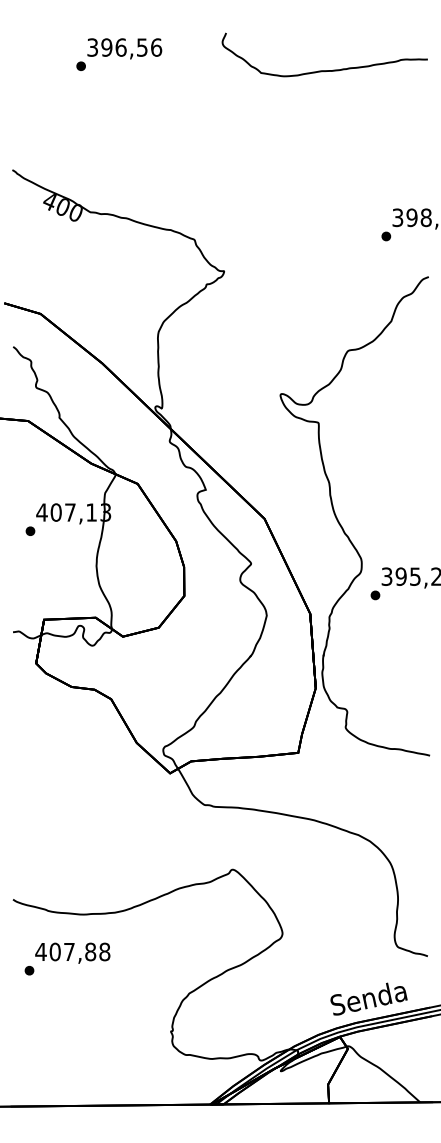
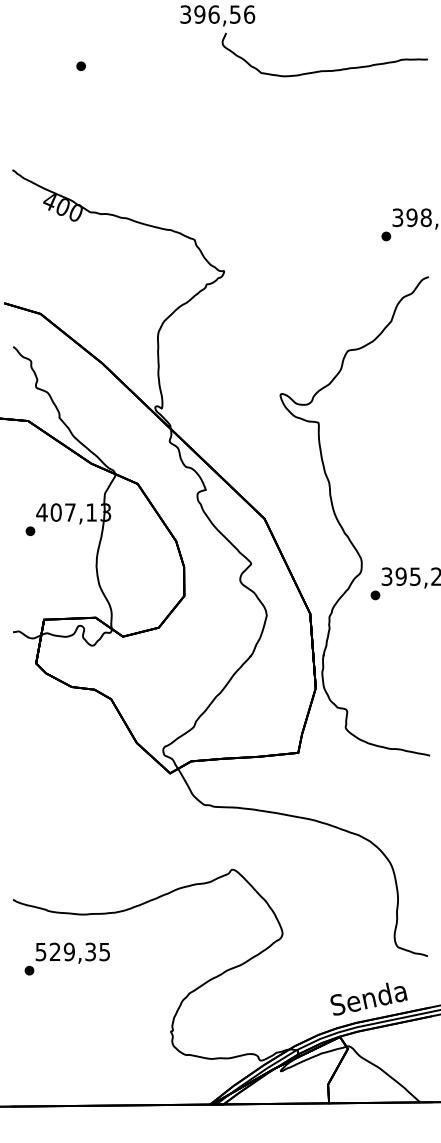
text at (124, 48) position: (124, 48) -> (217, 15)
text at (72, 951): 407,88 -> 529,35
